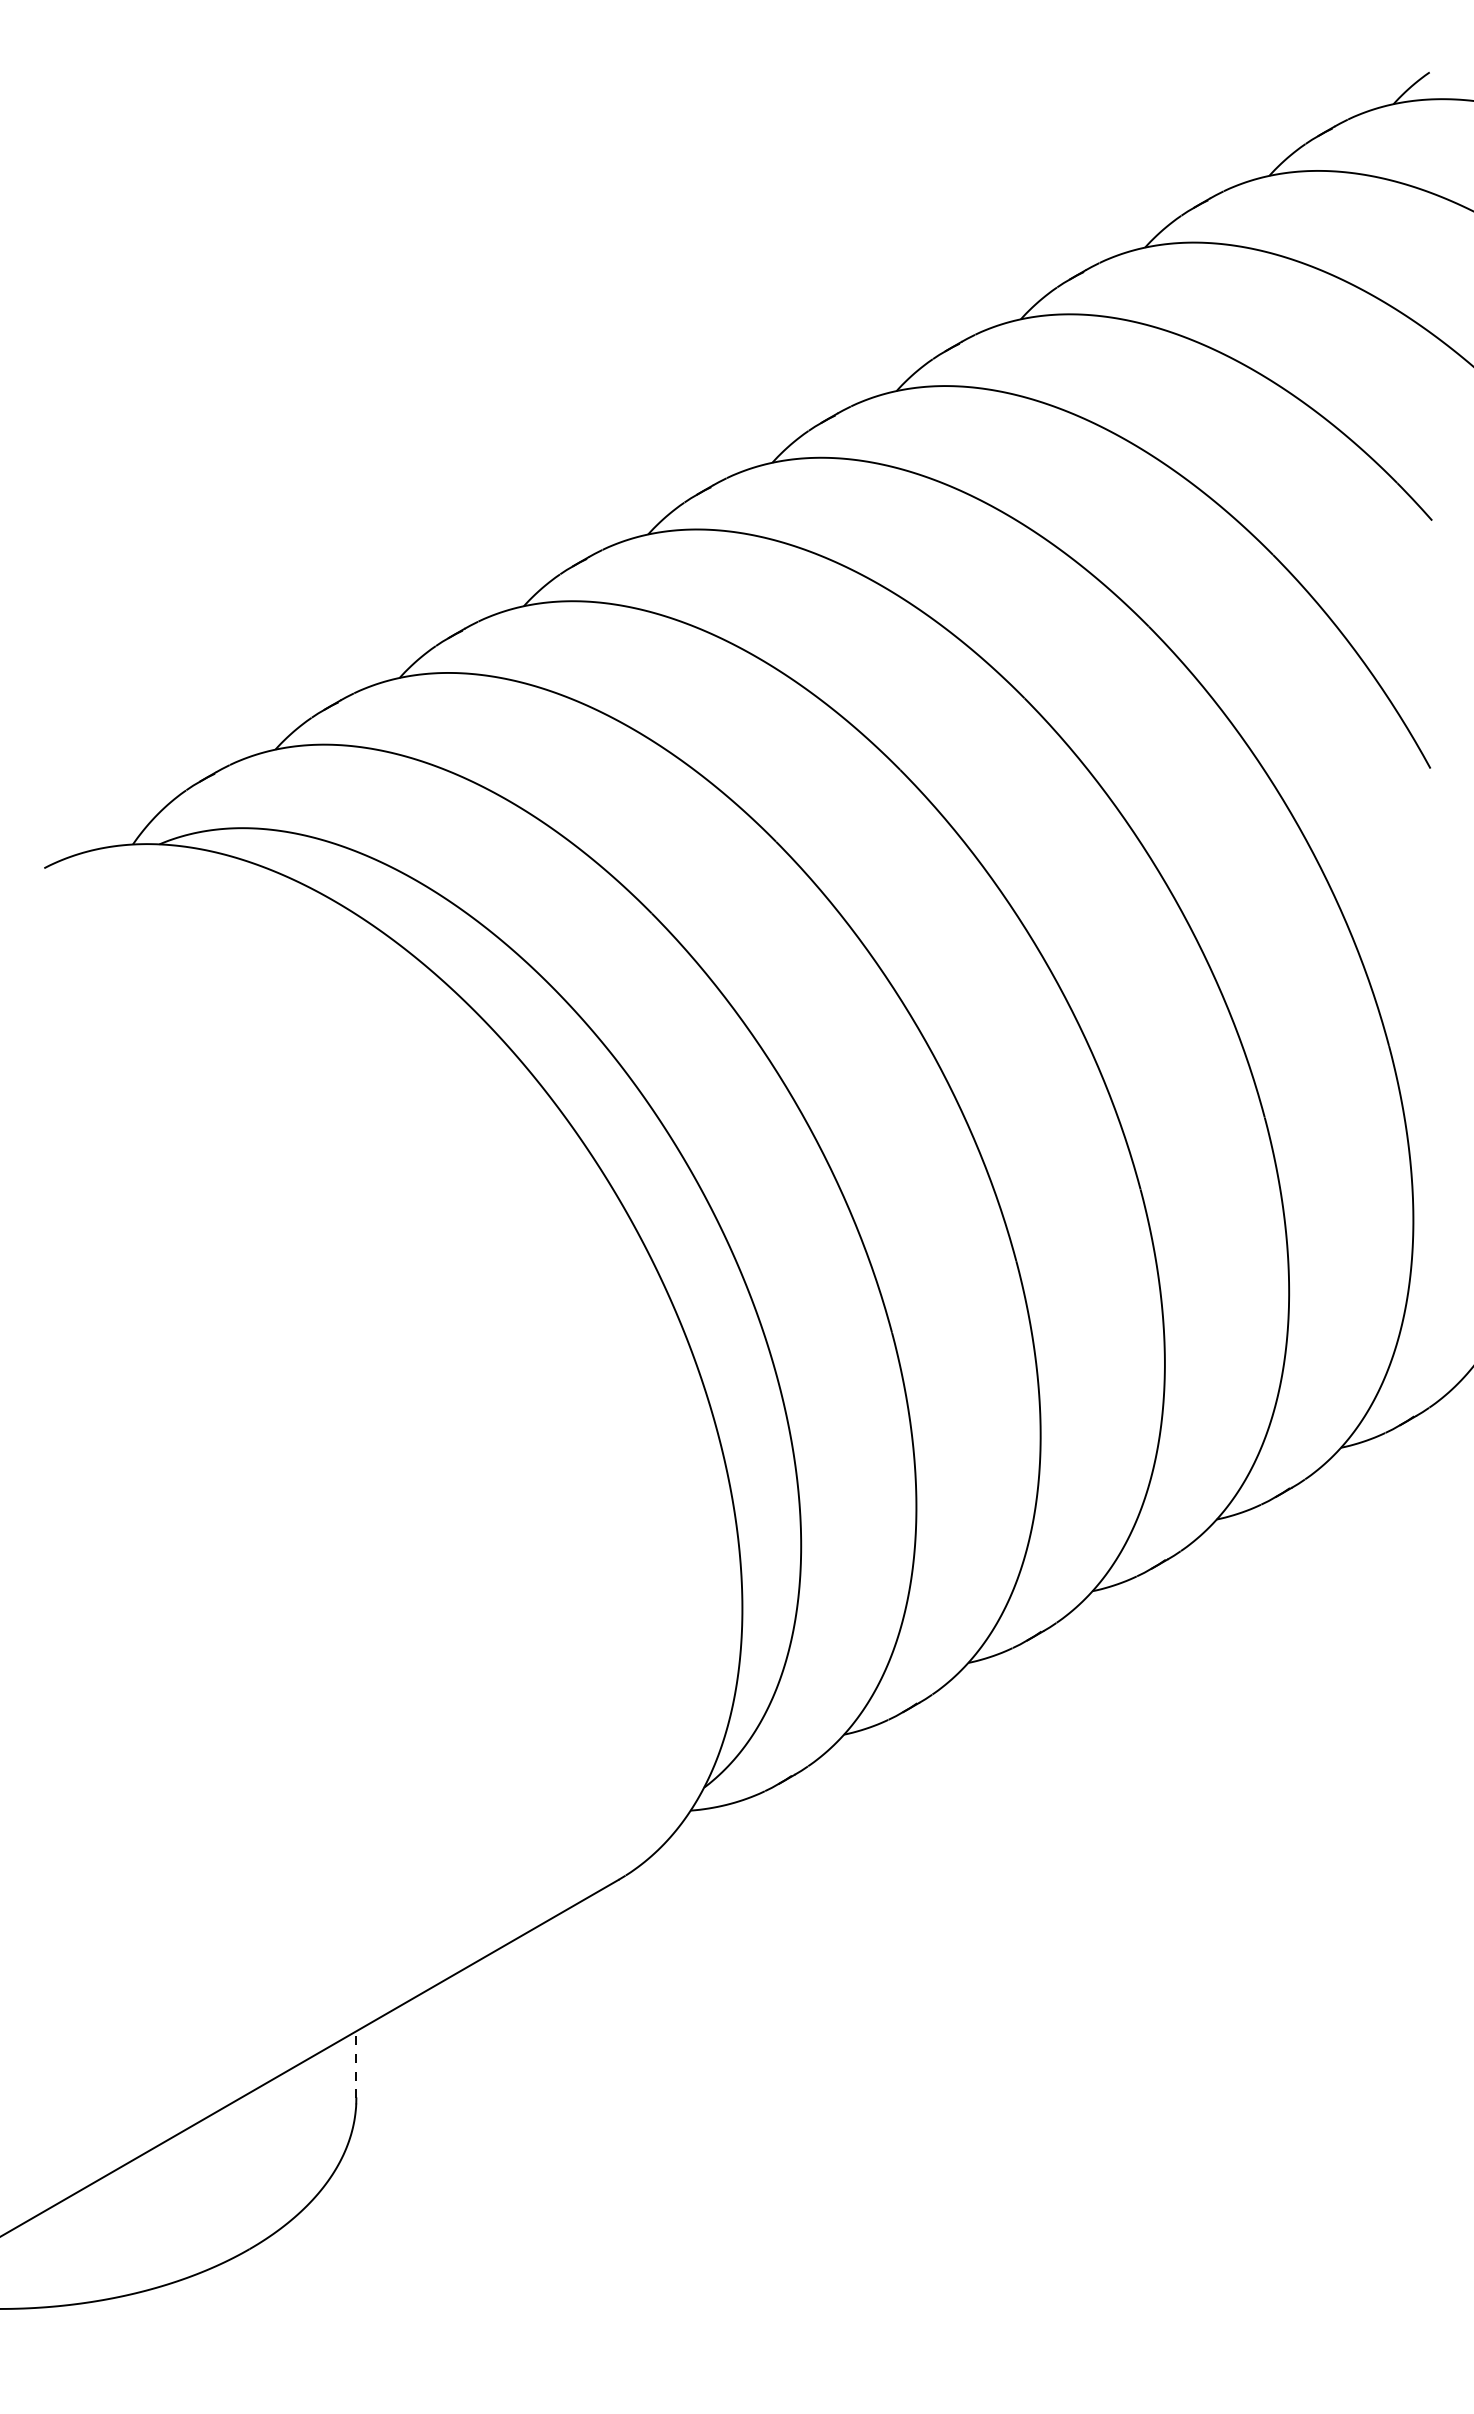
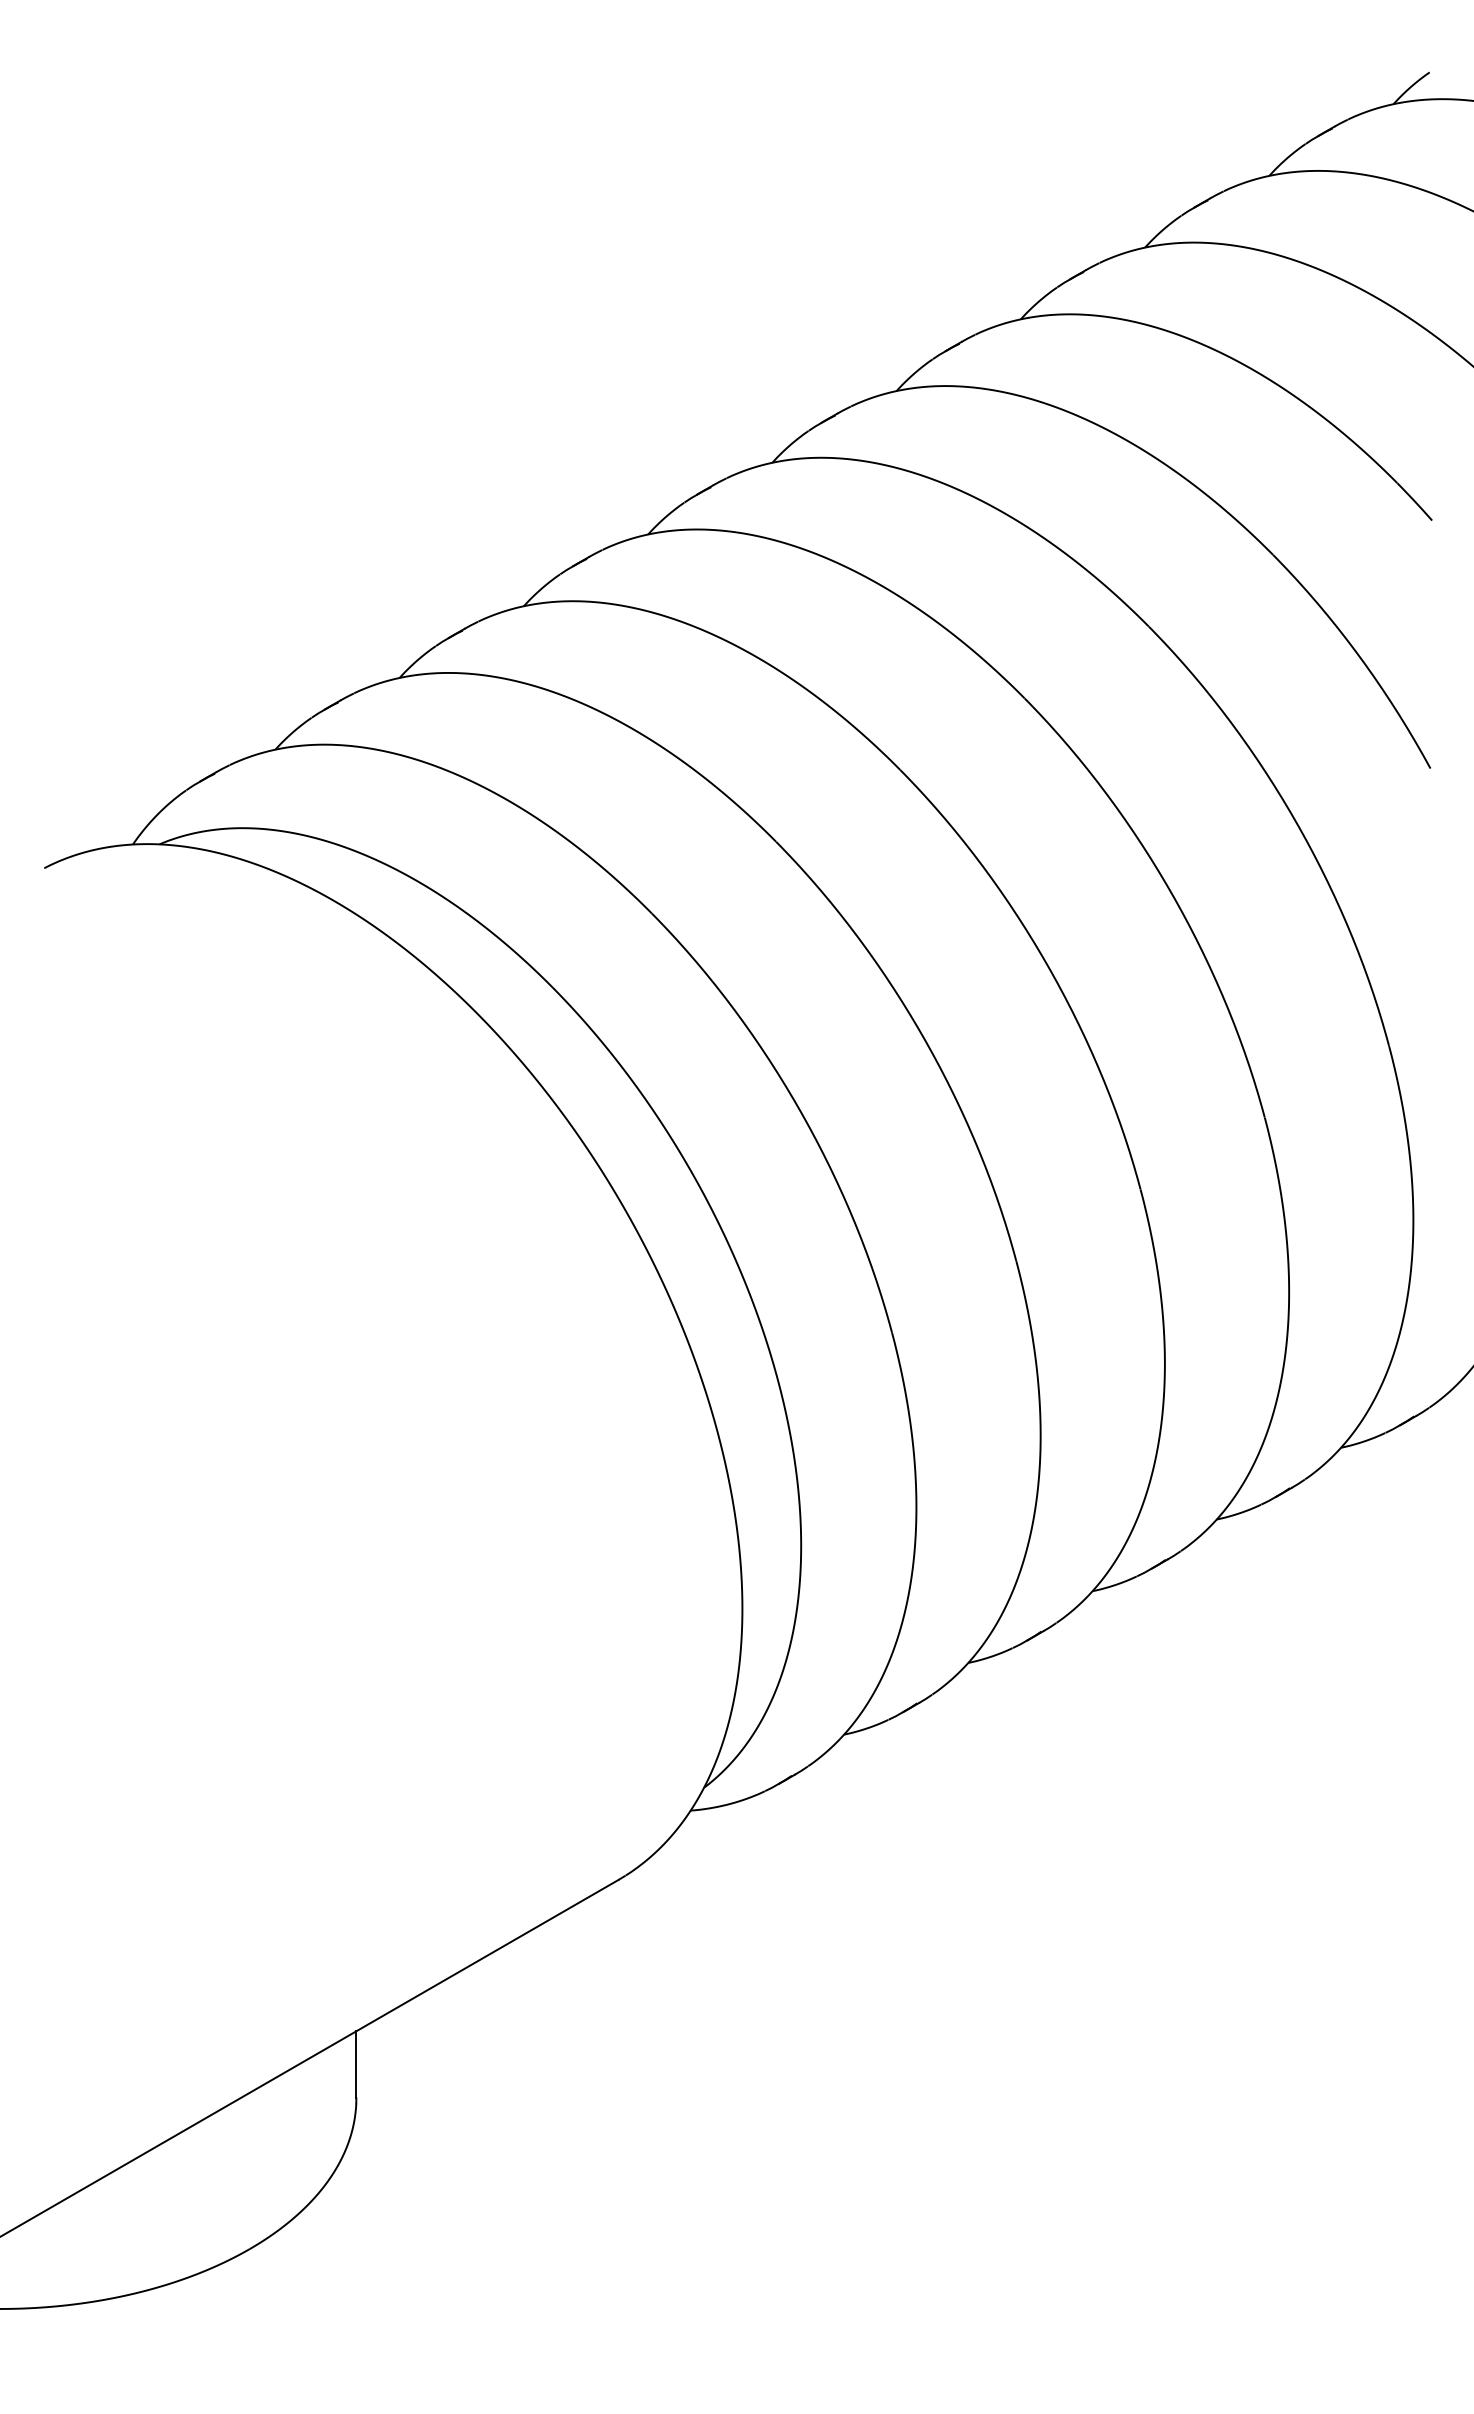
line at (356, 2064): dashed -> solid
